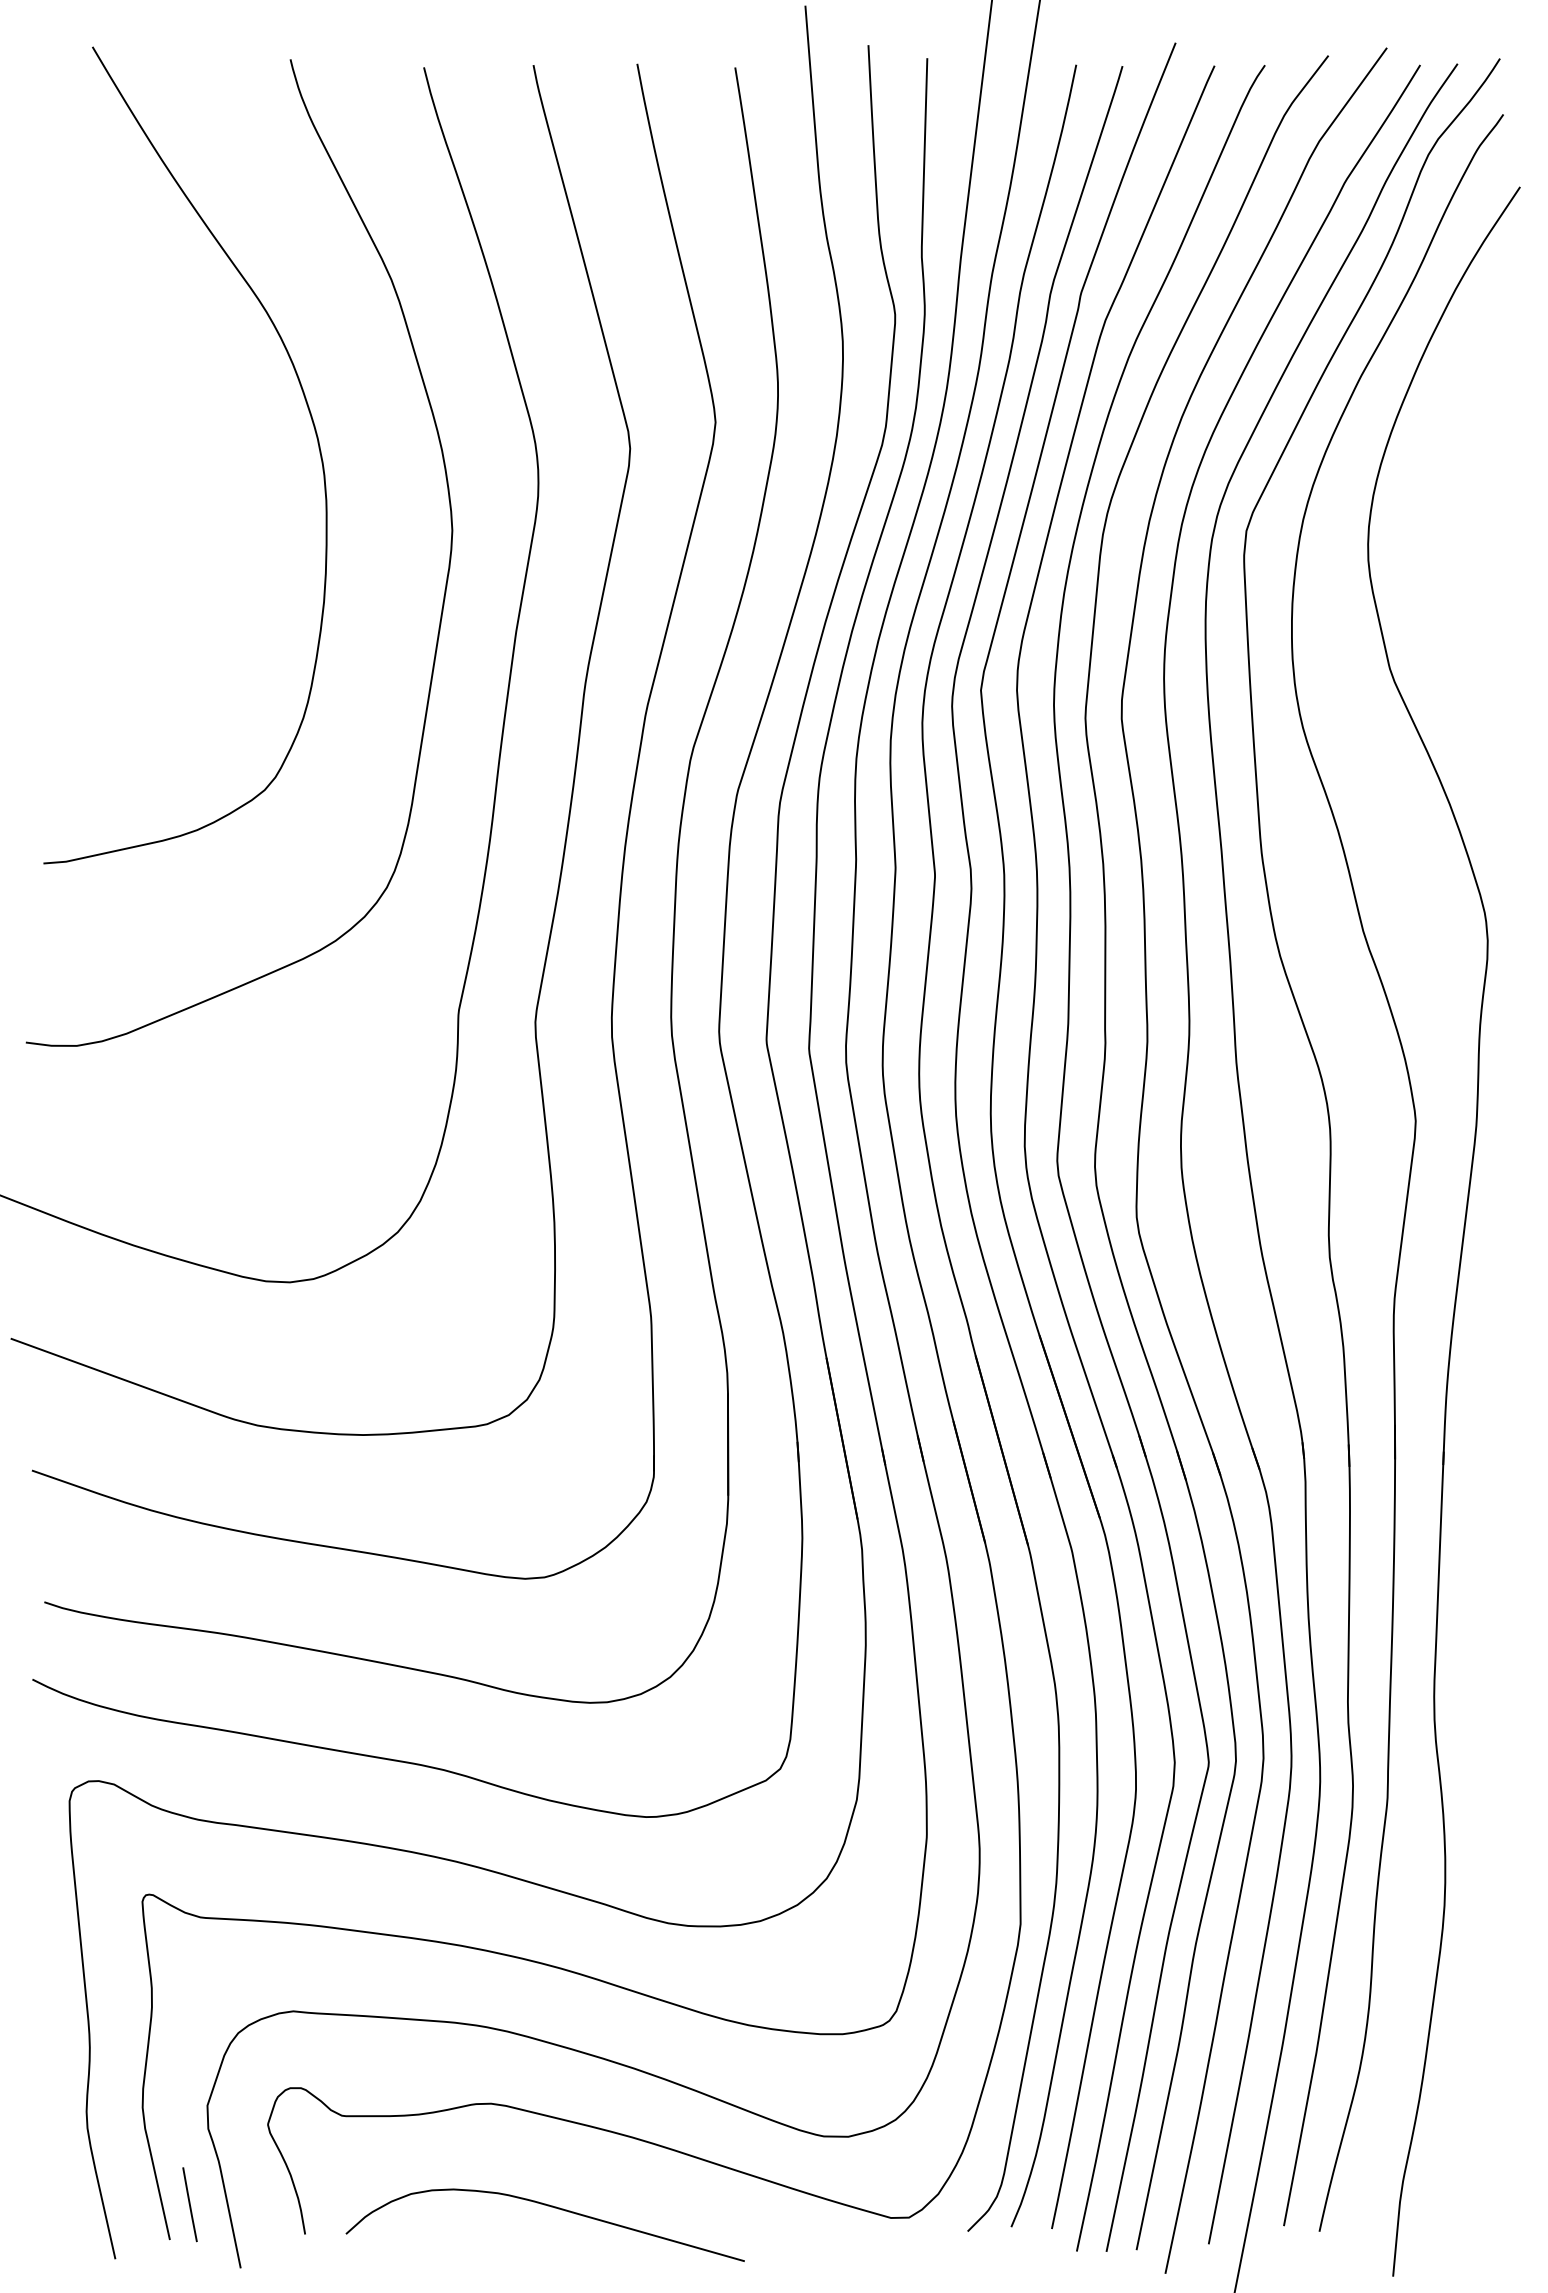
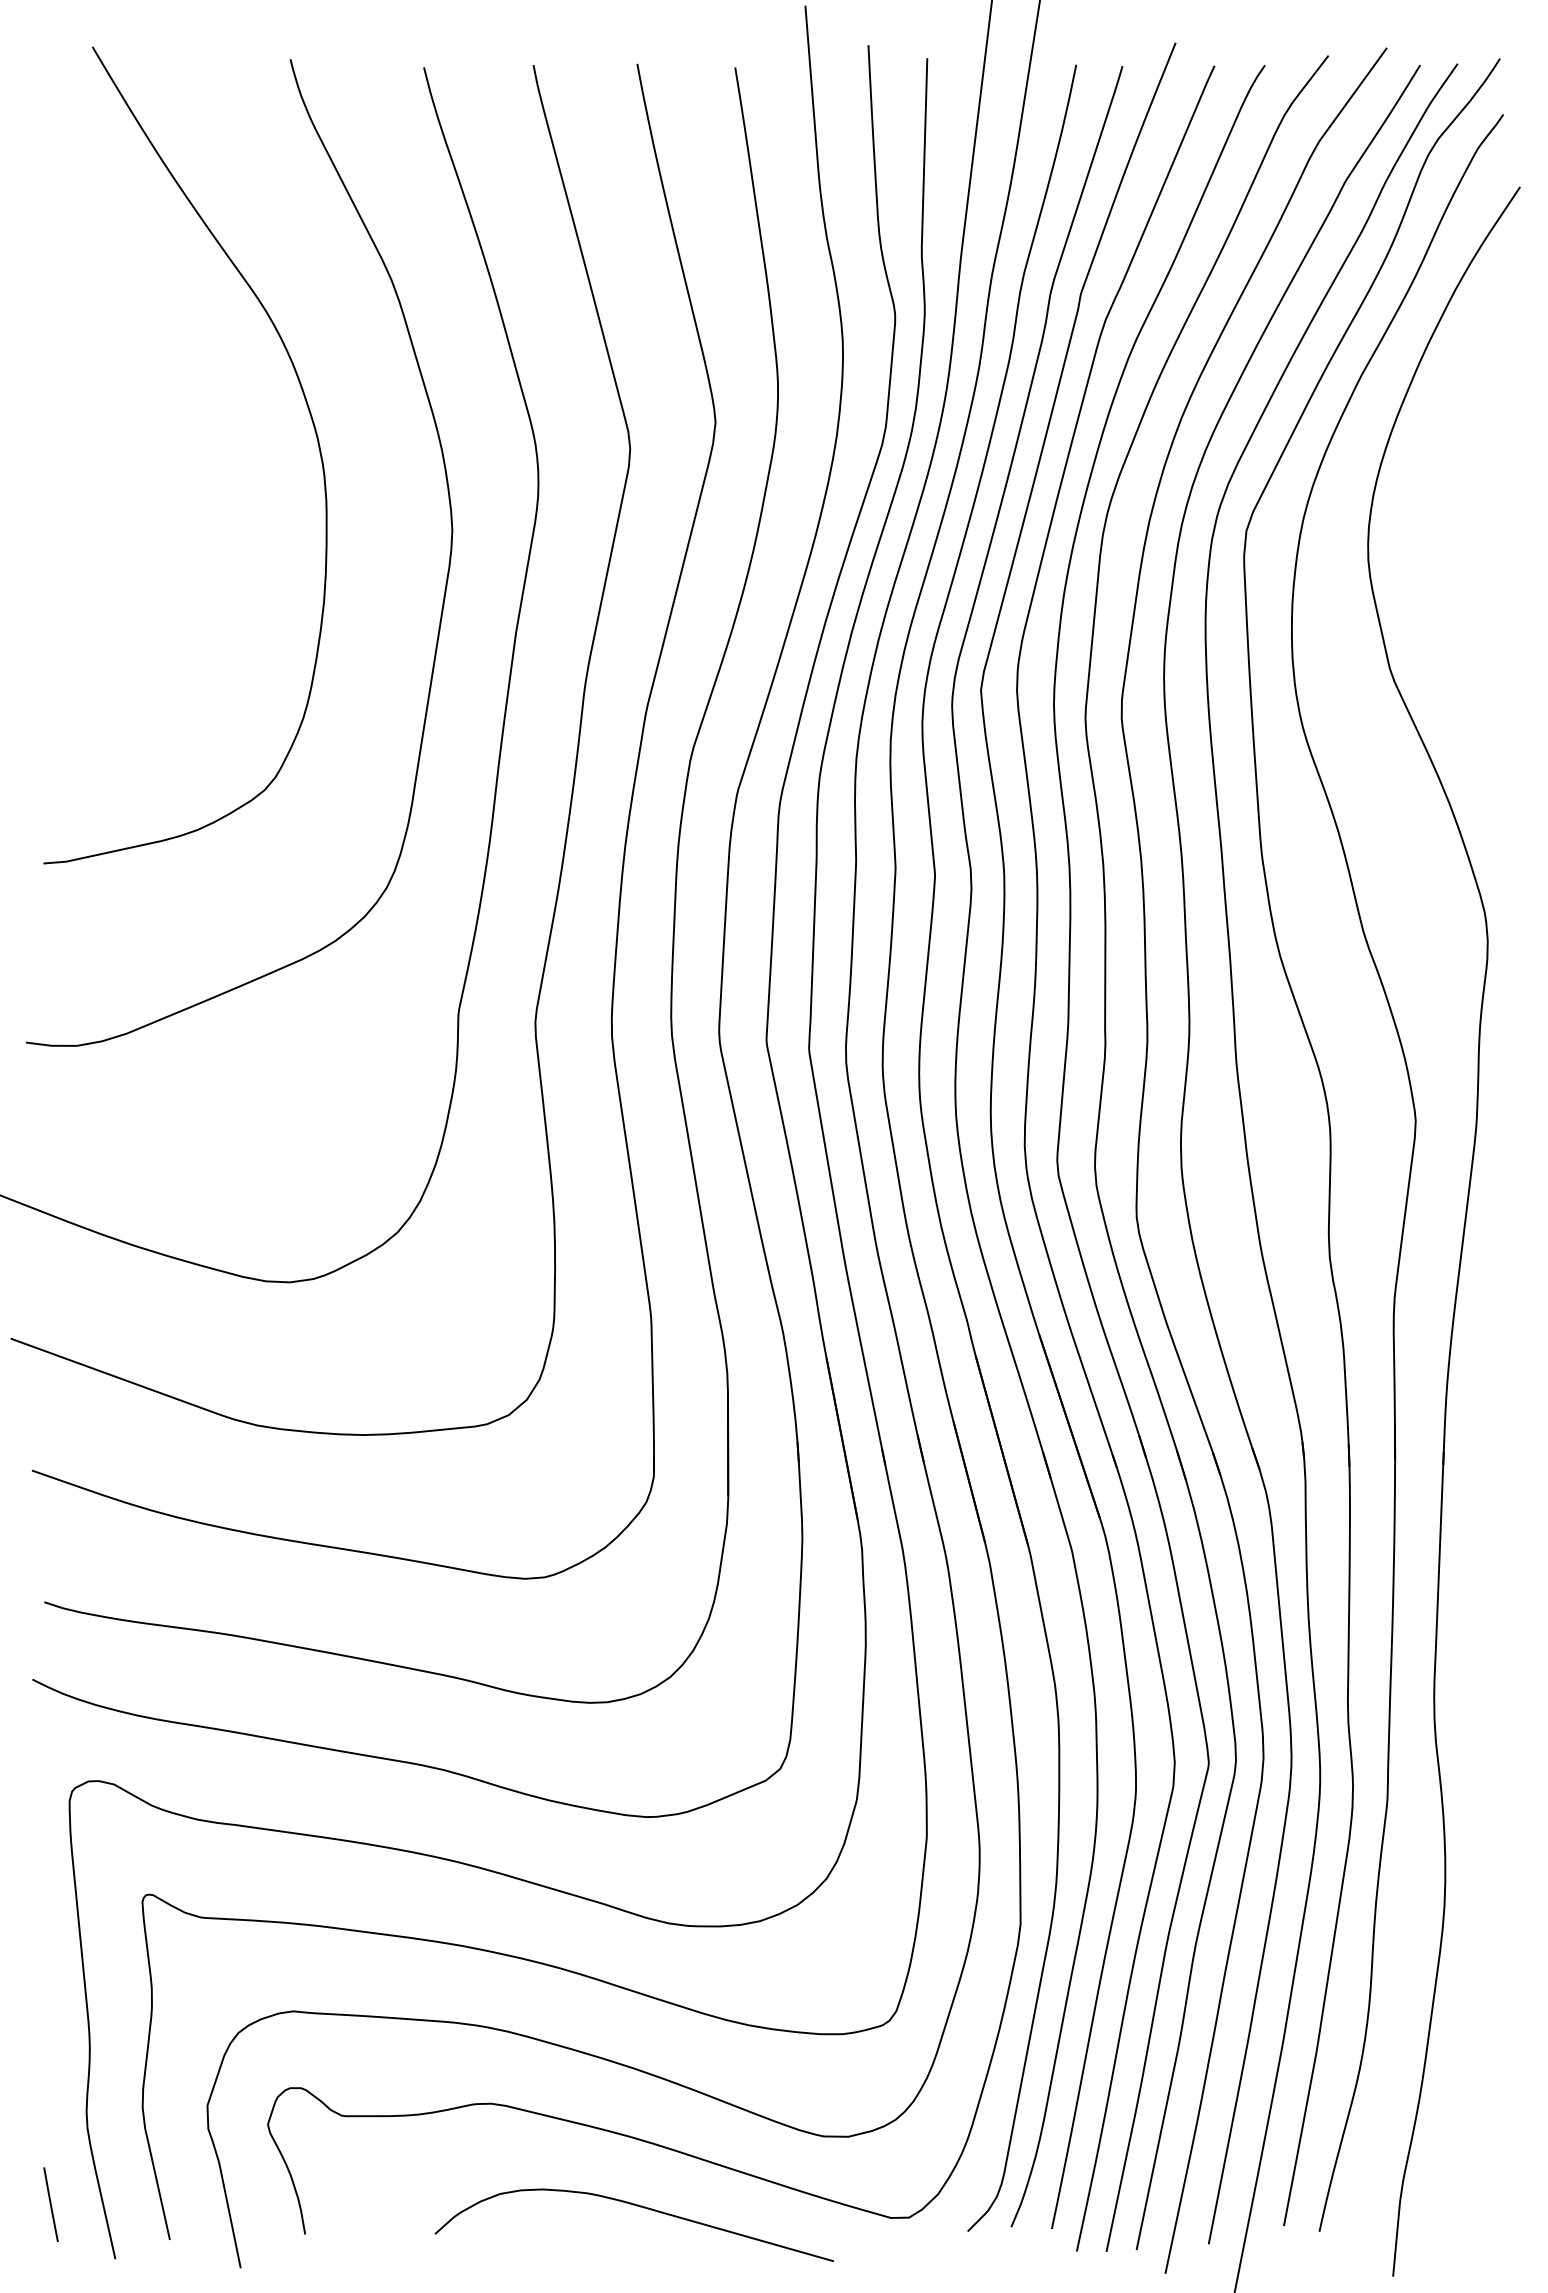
line at (189, 2204) position: (189, 2204) -> (50, 2204)
curve at (547, 2206) position: (547, 2206) -> (636, 2206)
